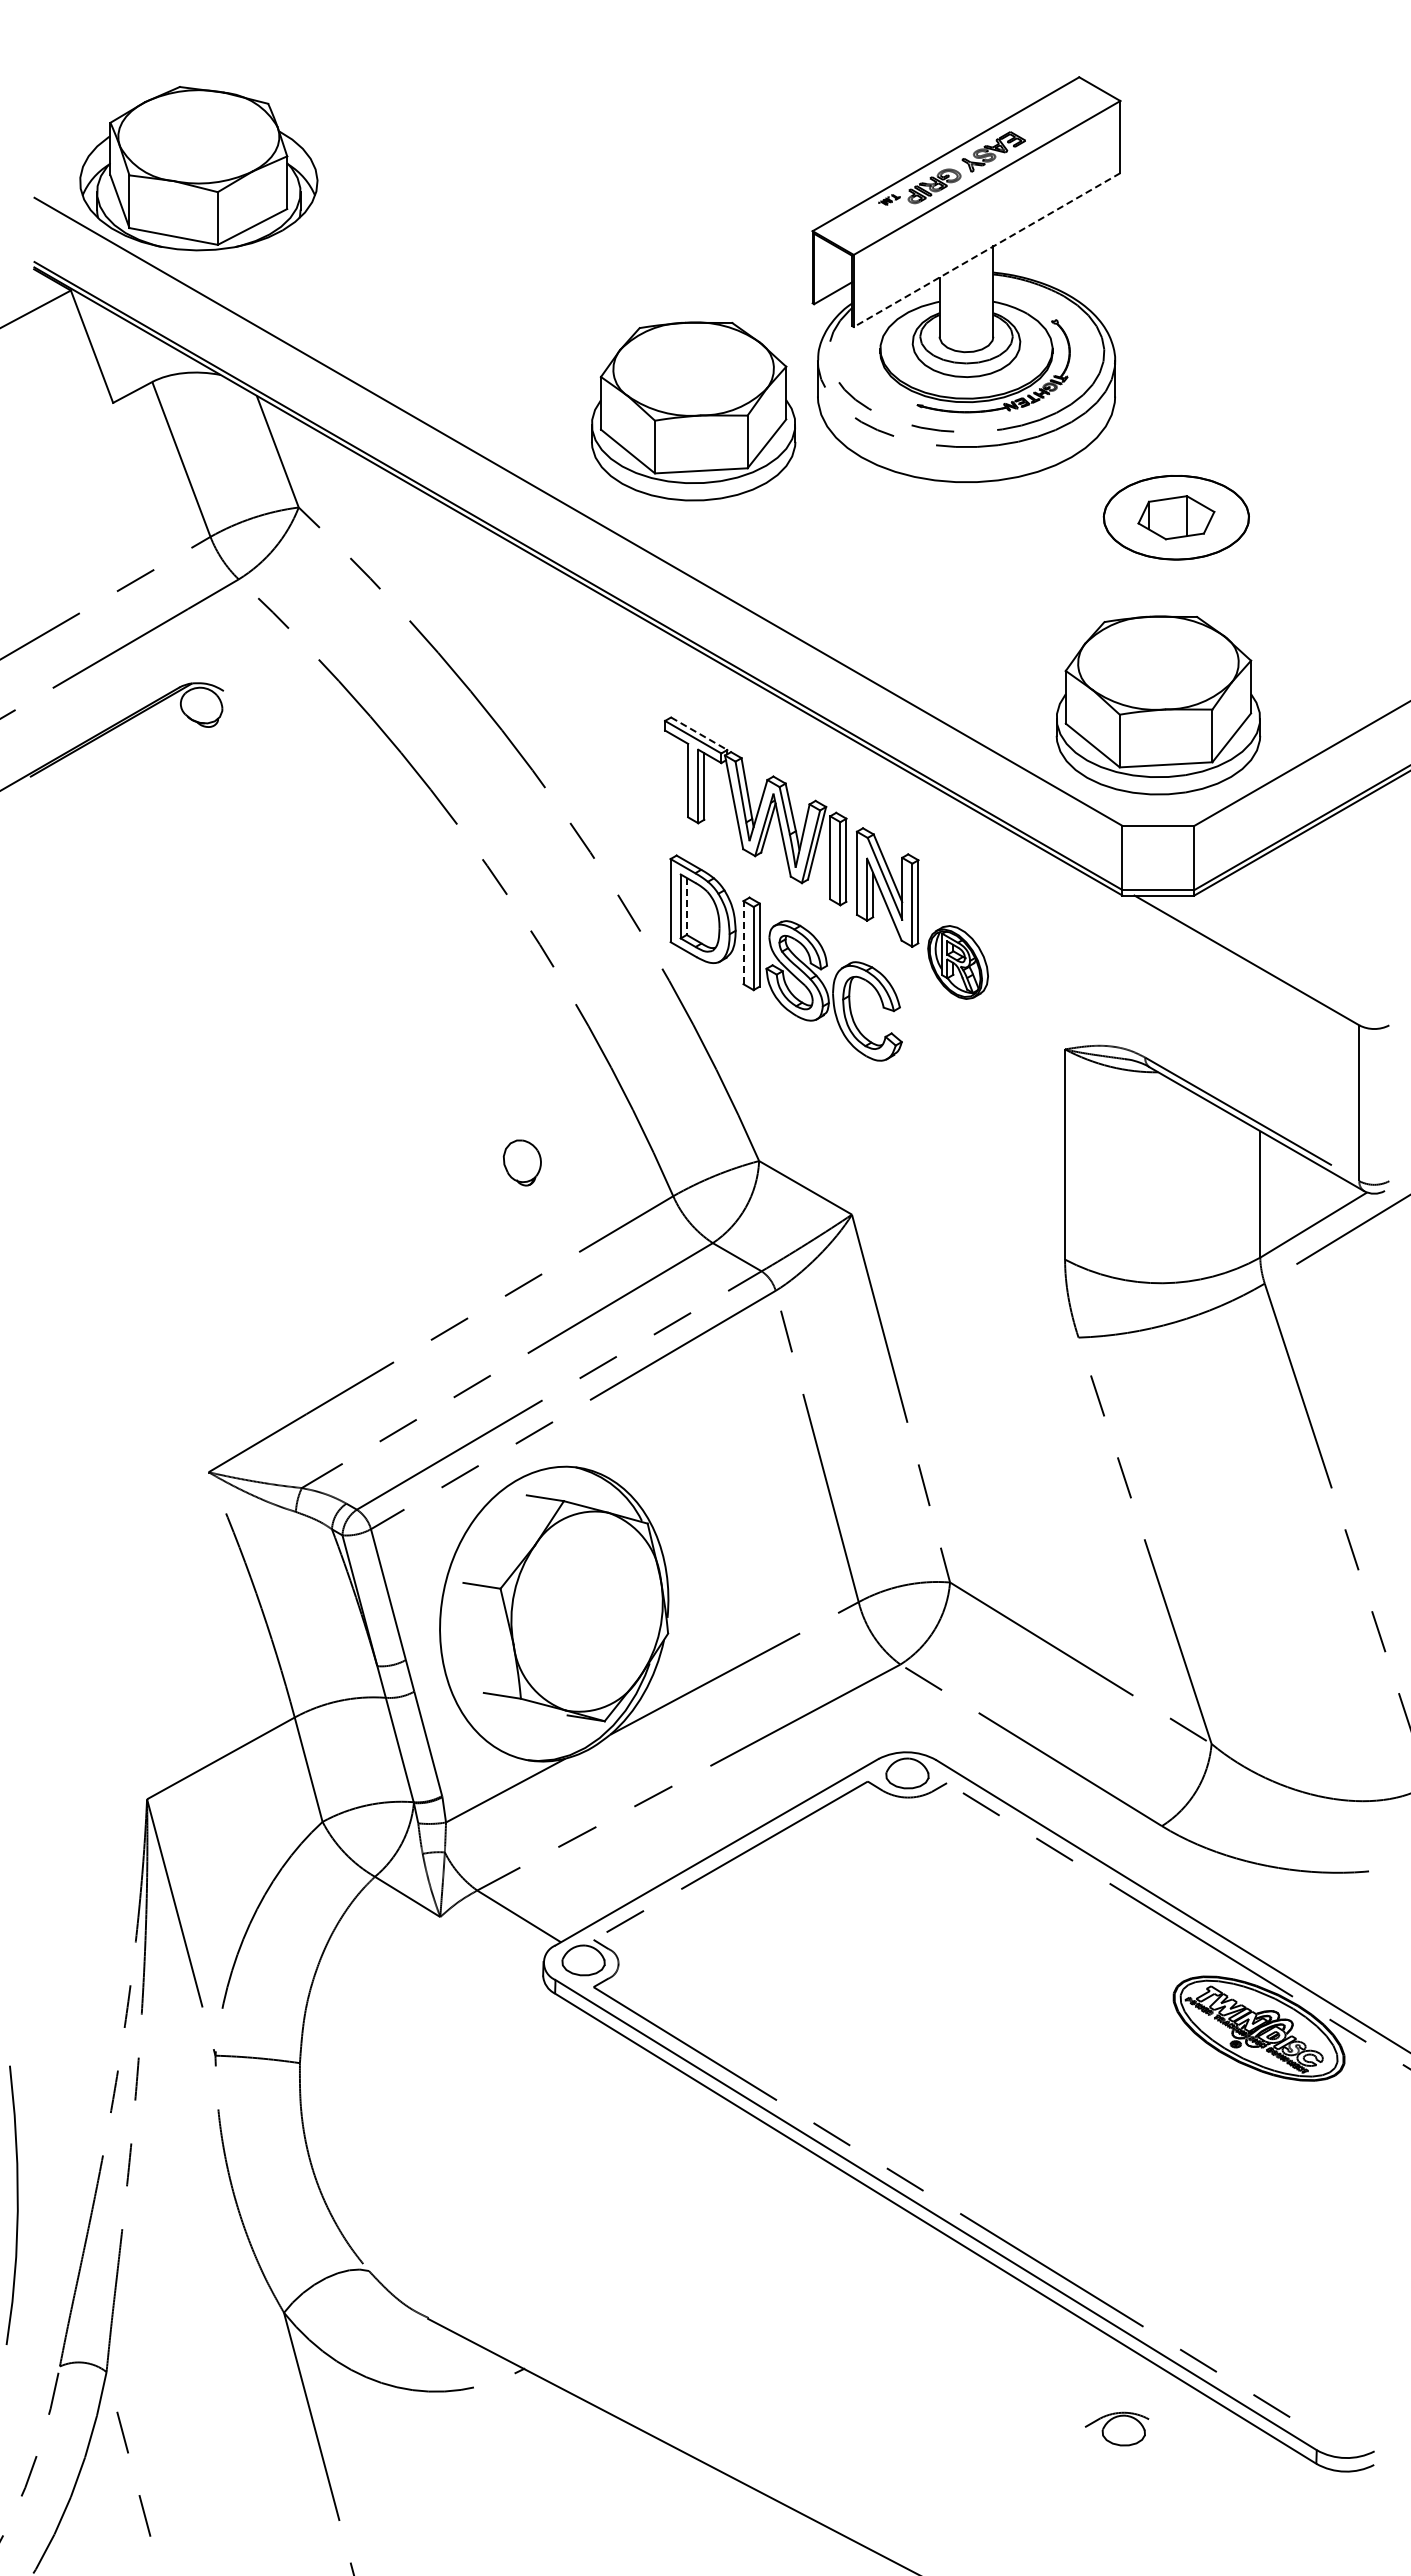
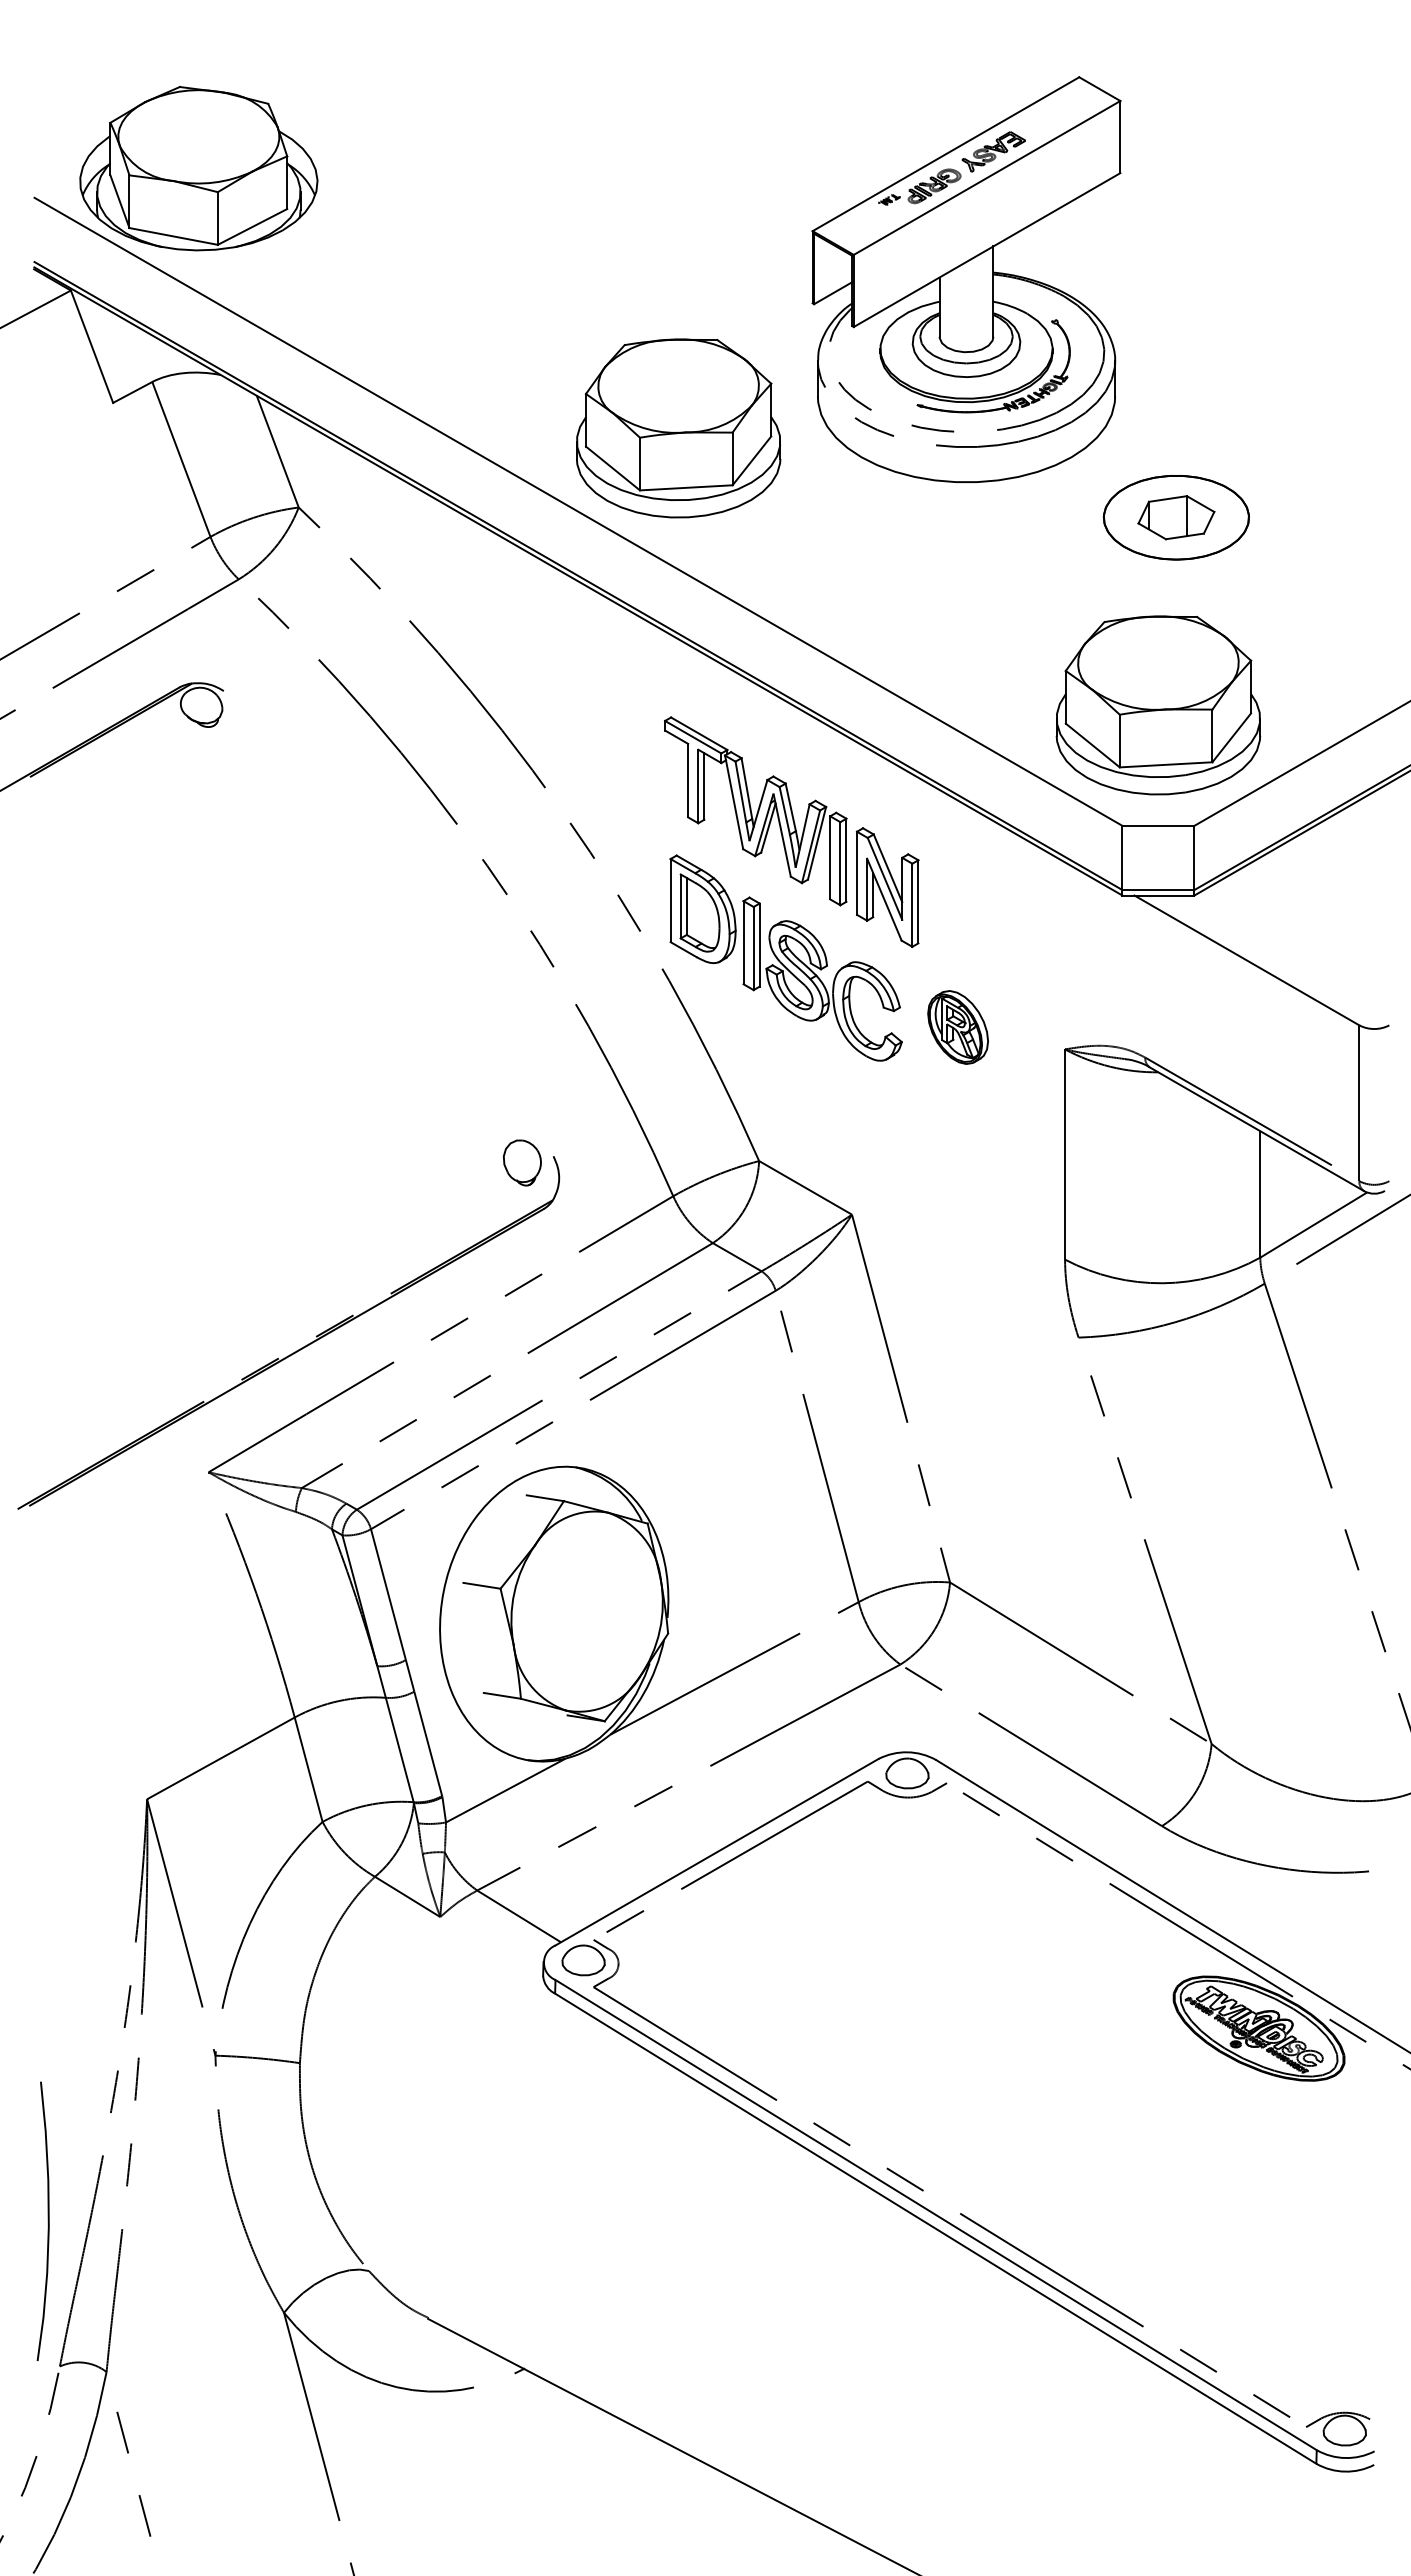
line at (987, 250): dashed -> solid
part at (693, 411) position: (693, 411) -> (678, 428)
line at (699, 734): dashed -> solid
line at (686, 906): dashed -> solid
line at (743, 942): dashed -> solid
part at (957, 962) position: (957, 962) -> (957, 1027)
part at (296, 1350): none -> present
curve at (16, 2204) position: (16, 2204) -> (47, 2220)
part at (1116, 2428) position: (1116, 2428) -> (1337, 2428)
